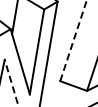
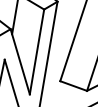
line at (73, 40): dashed -> solid
line at (11, 82): dashed -> solid
